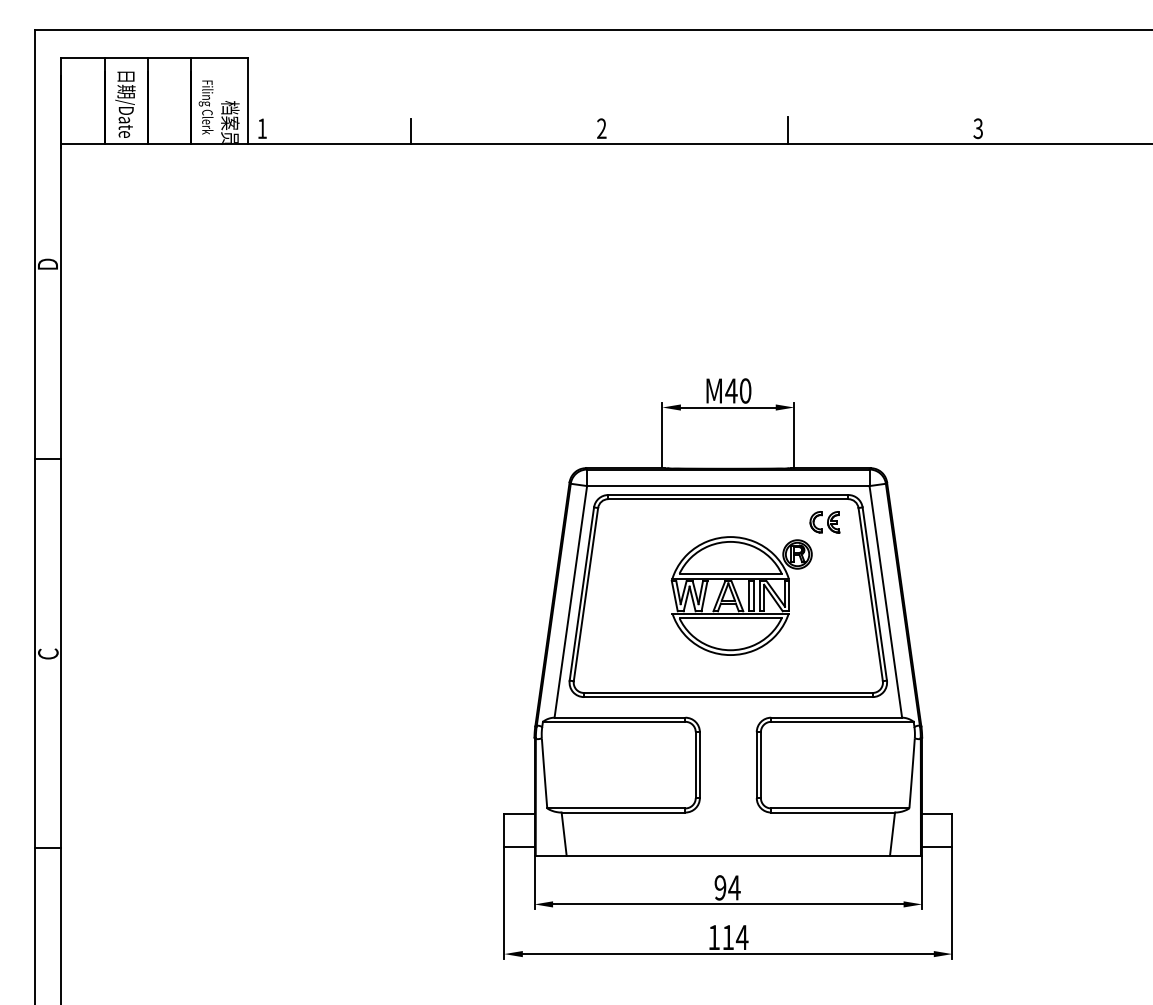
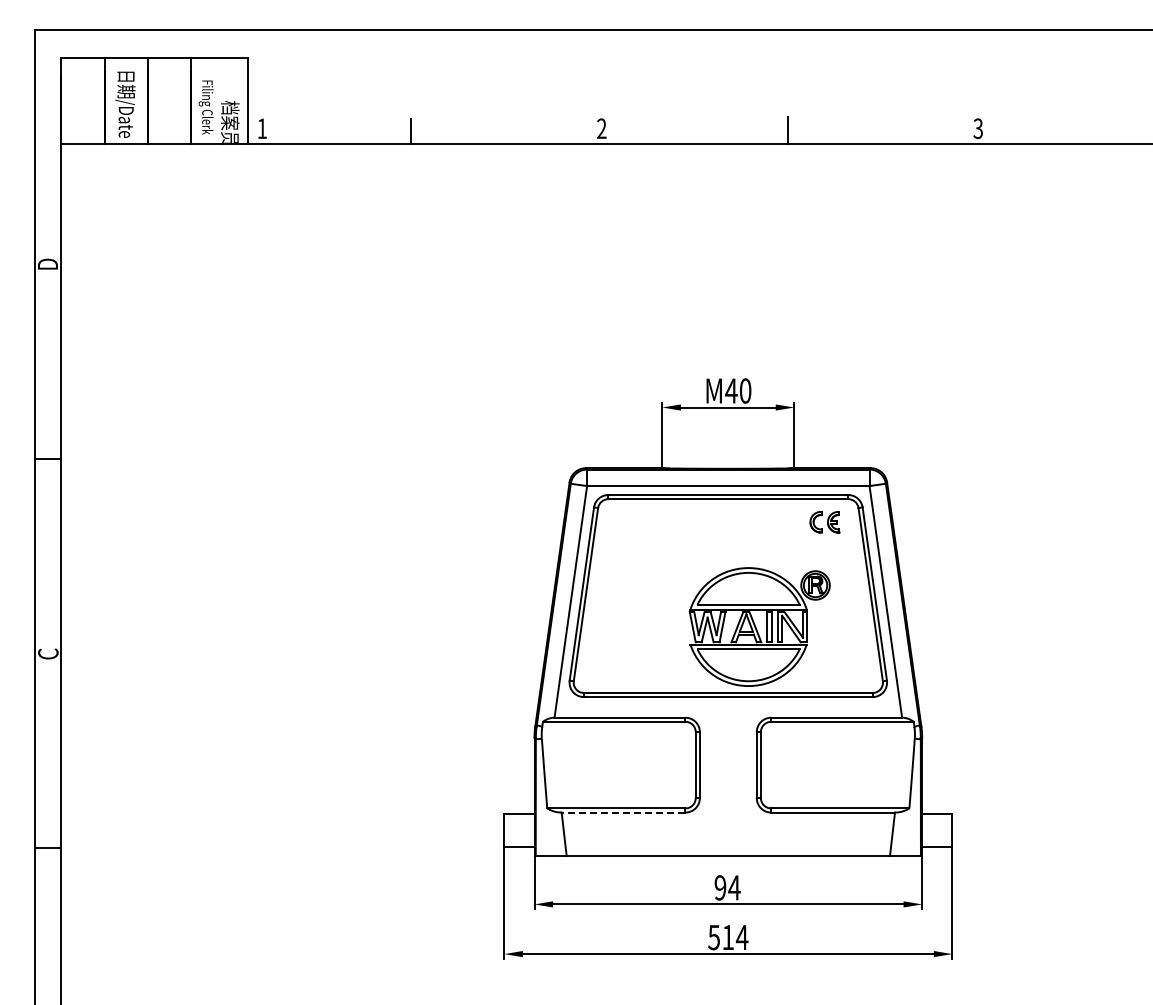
part at (741, 595) position: (741, 595) -> (759, 626)
line at (623, 812): solid -> dashed
text at (713, 937): 114 -> 514
